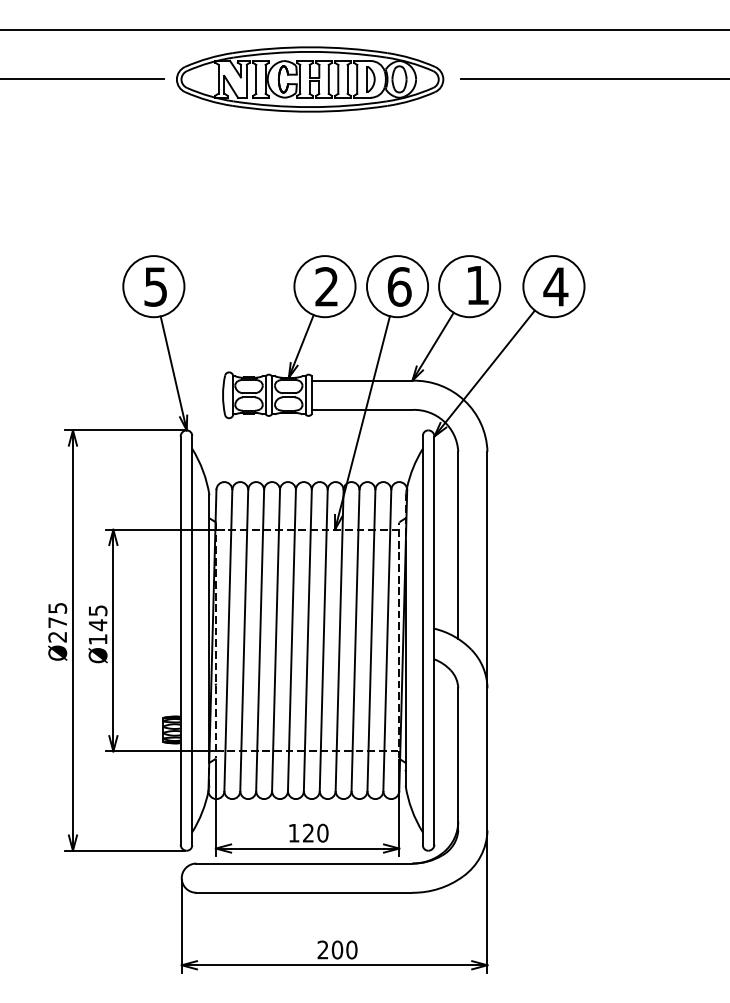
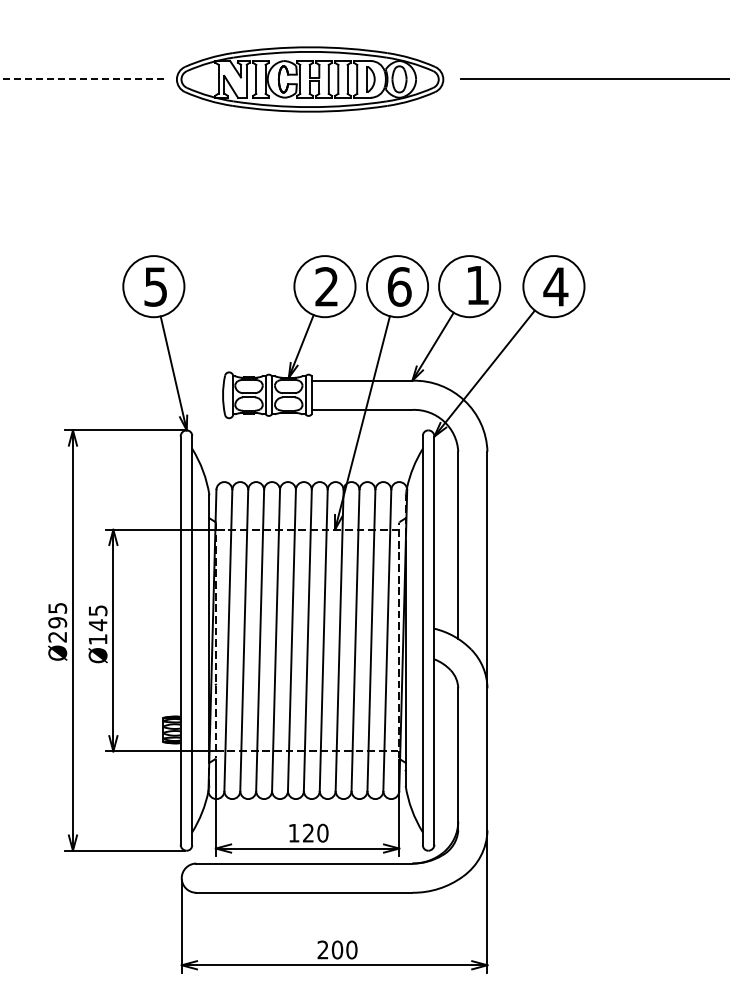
line at (364, 30): present -> none
line at (82, 79): solid -> dashed
text at (57, 622): Ø275 -> Ø295
